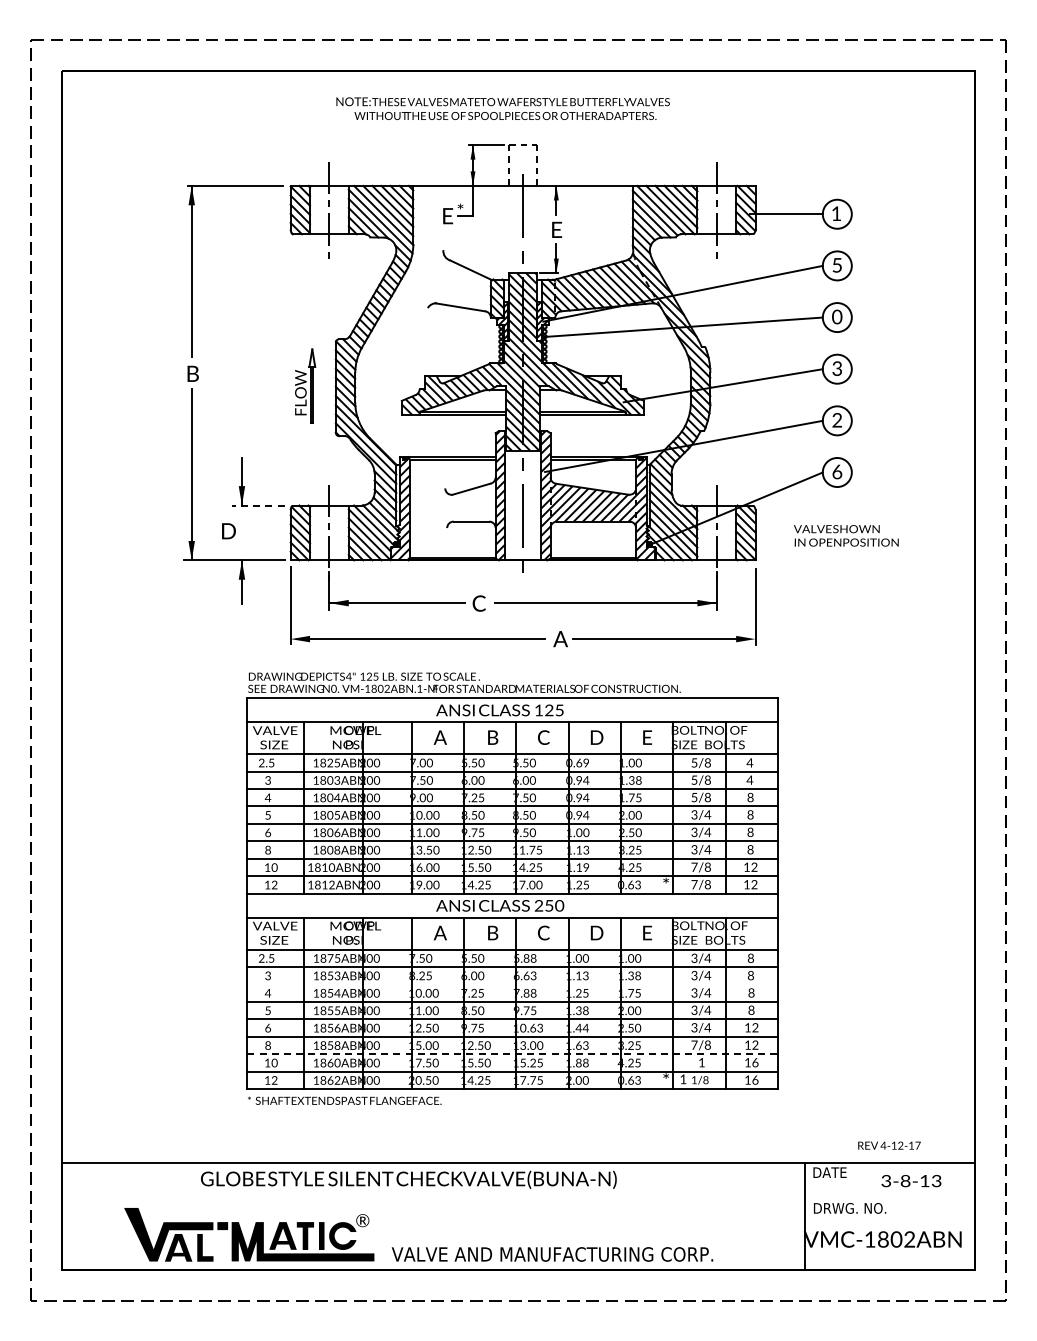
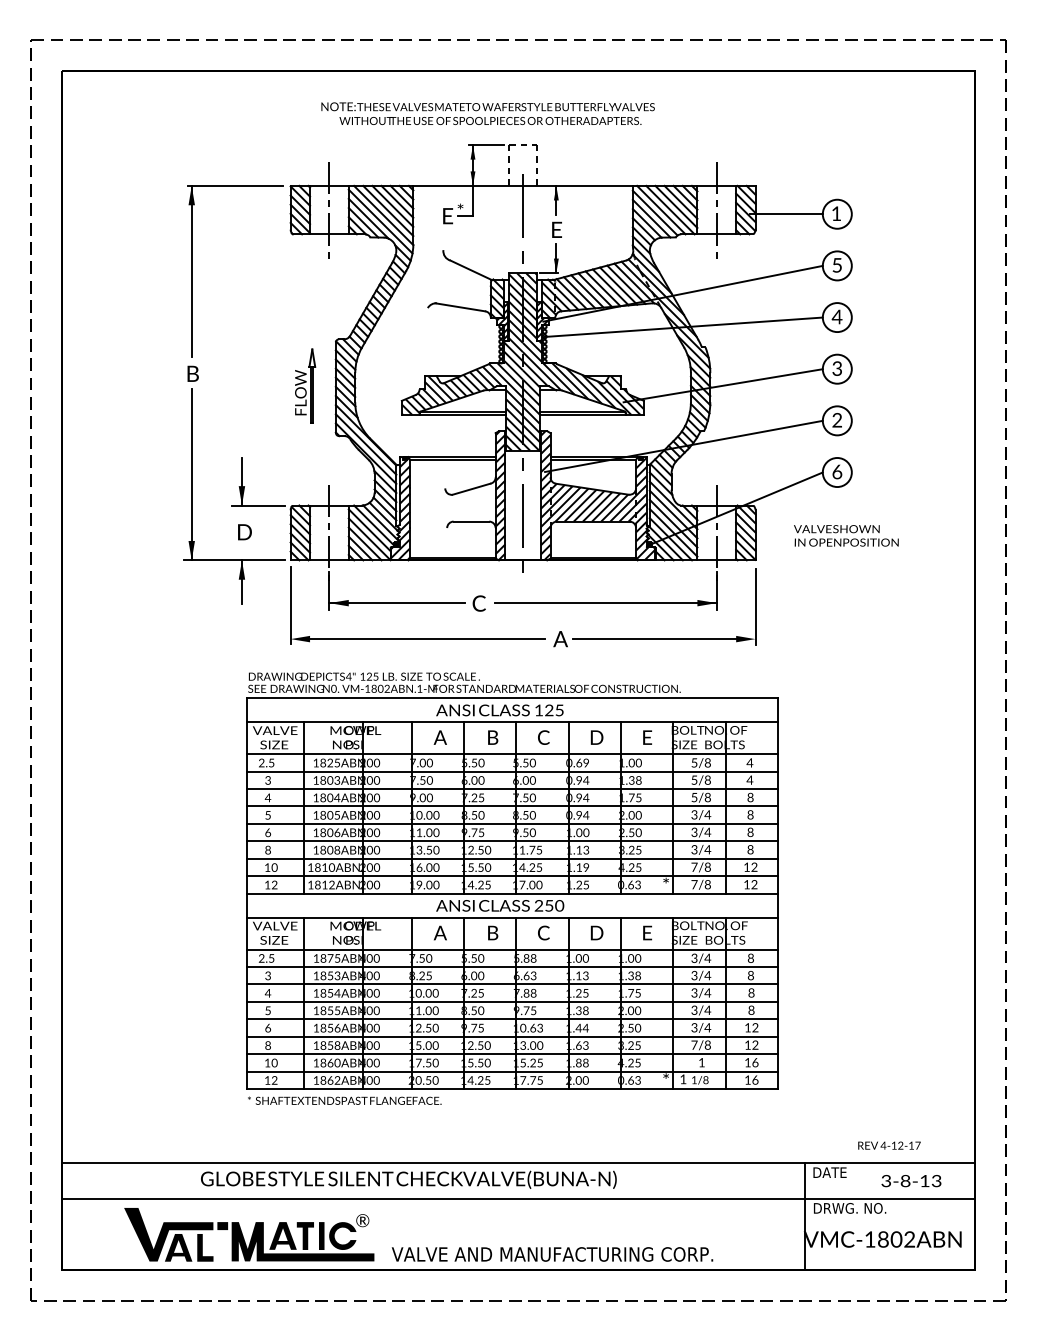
text at (502, 108) position: (502, 108) -> (487, 113)
text at (836, 316): 0 -> 4
line at (257, 505): dashed -> solid
text at (228, 531) position: (228, 531) -> (244, 532)
line at (512, 984): none -> present
line at (513, 1054): dashed -> solid
line at (518, 1198): none -> present
